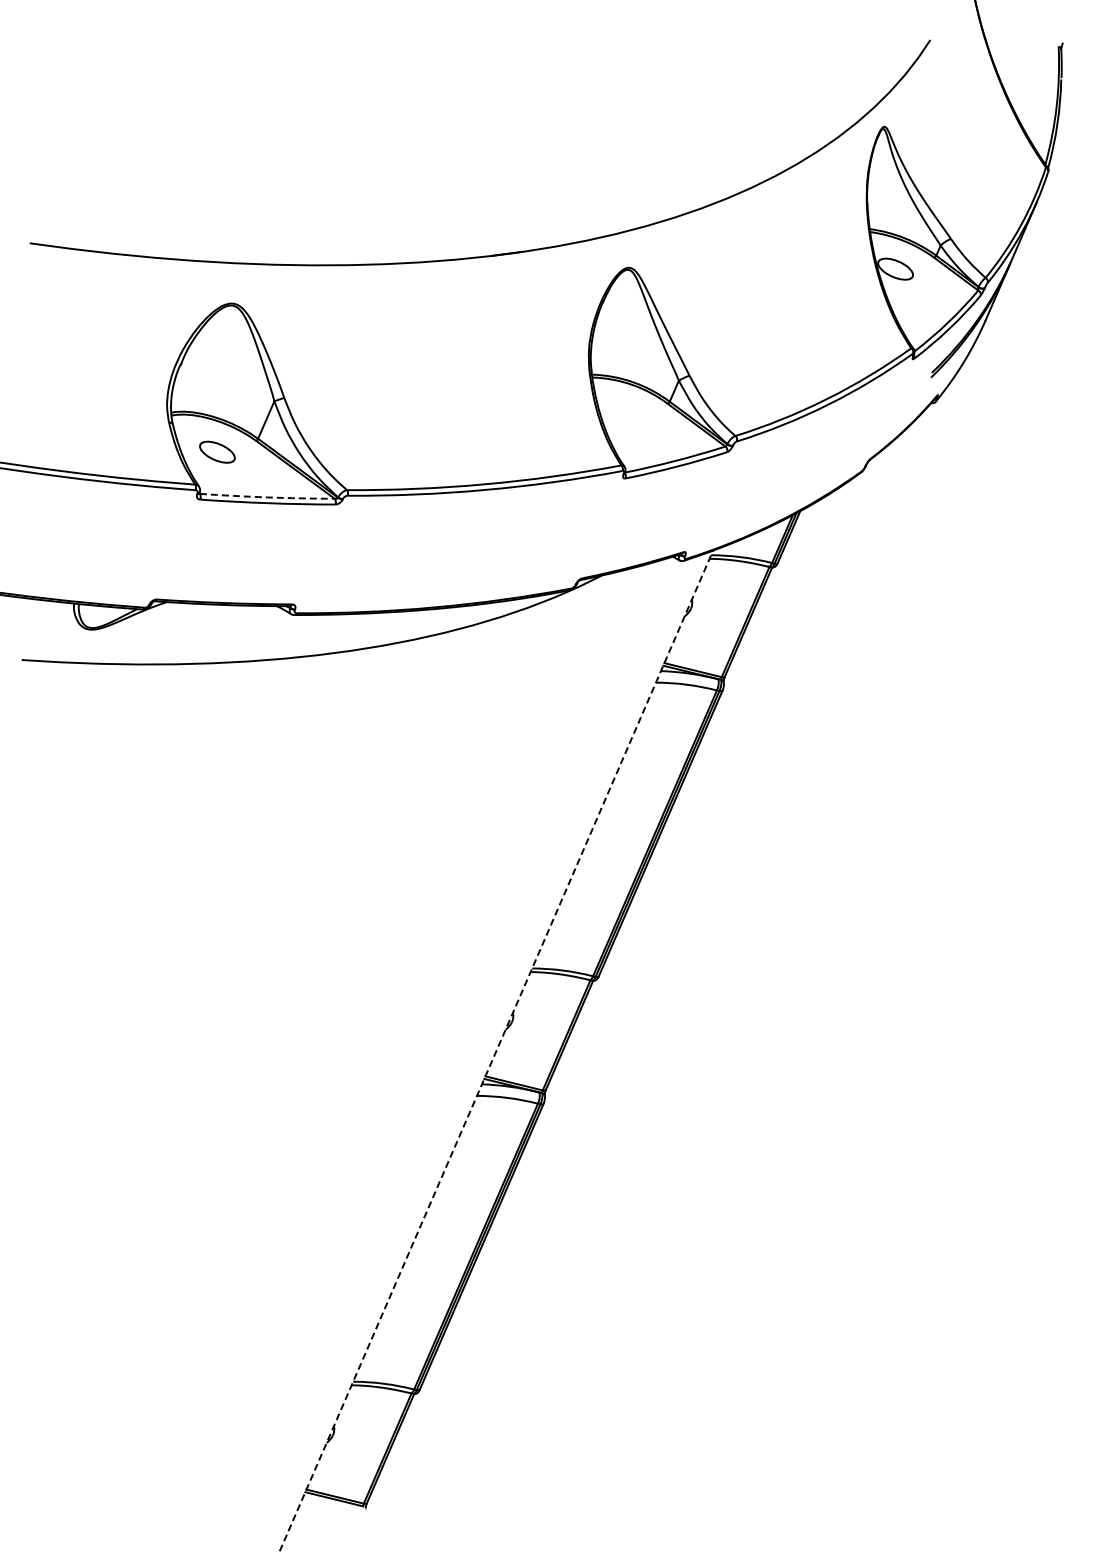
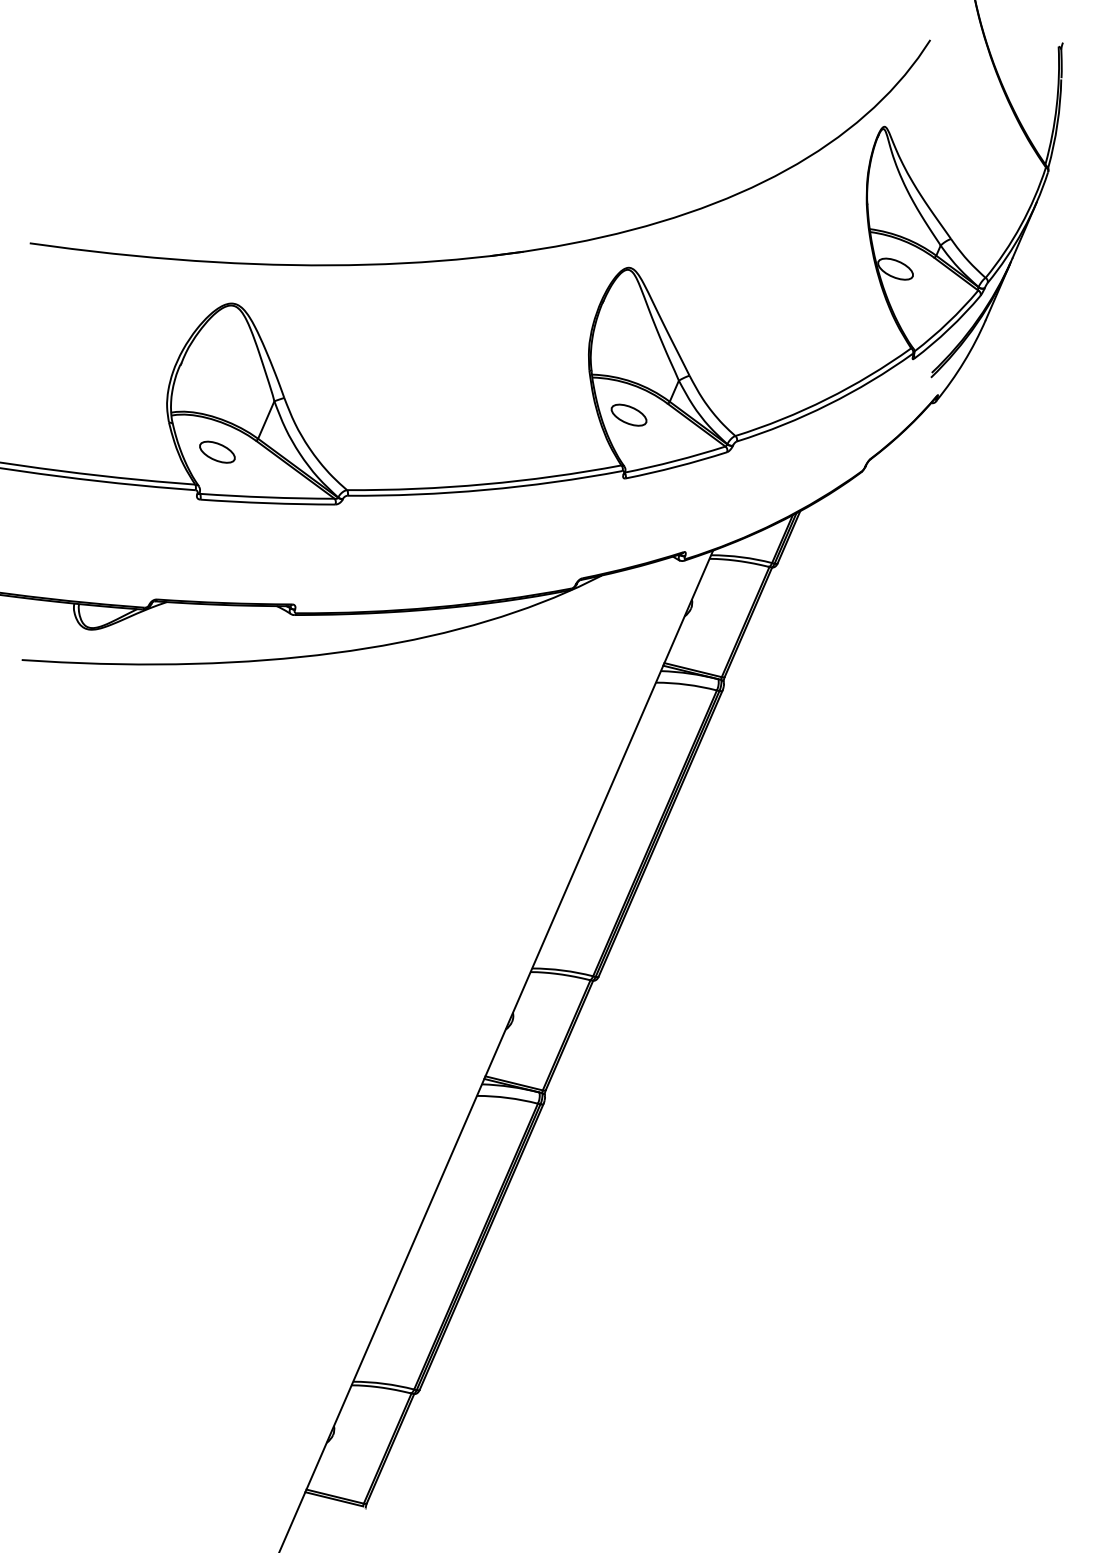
part at (628, 414): none -> present
arc at (267, 497): dashed -> solid
line at (496, 1051): dashed -> solid
